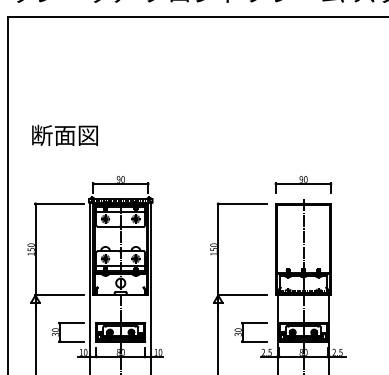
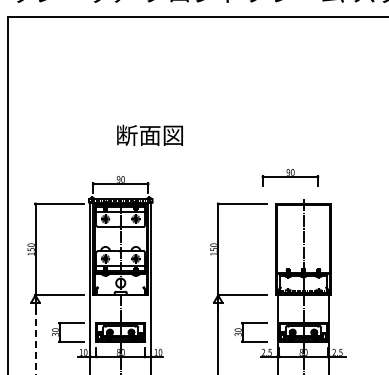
text at (64, 134) position: (64, 134) -> (149, 134)
part at (303, 184) position: (303, 184) -> (290, 177)
line at (35, 338): solid -> dashed
